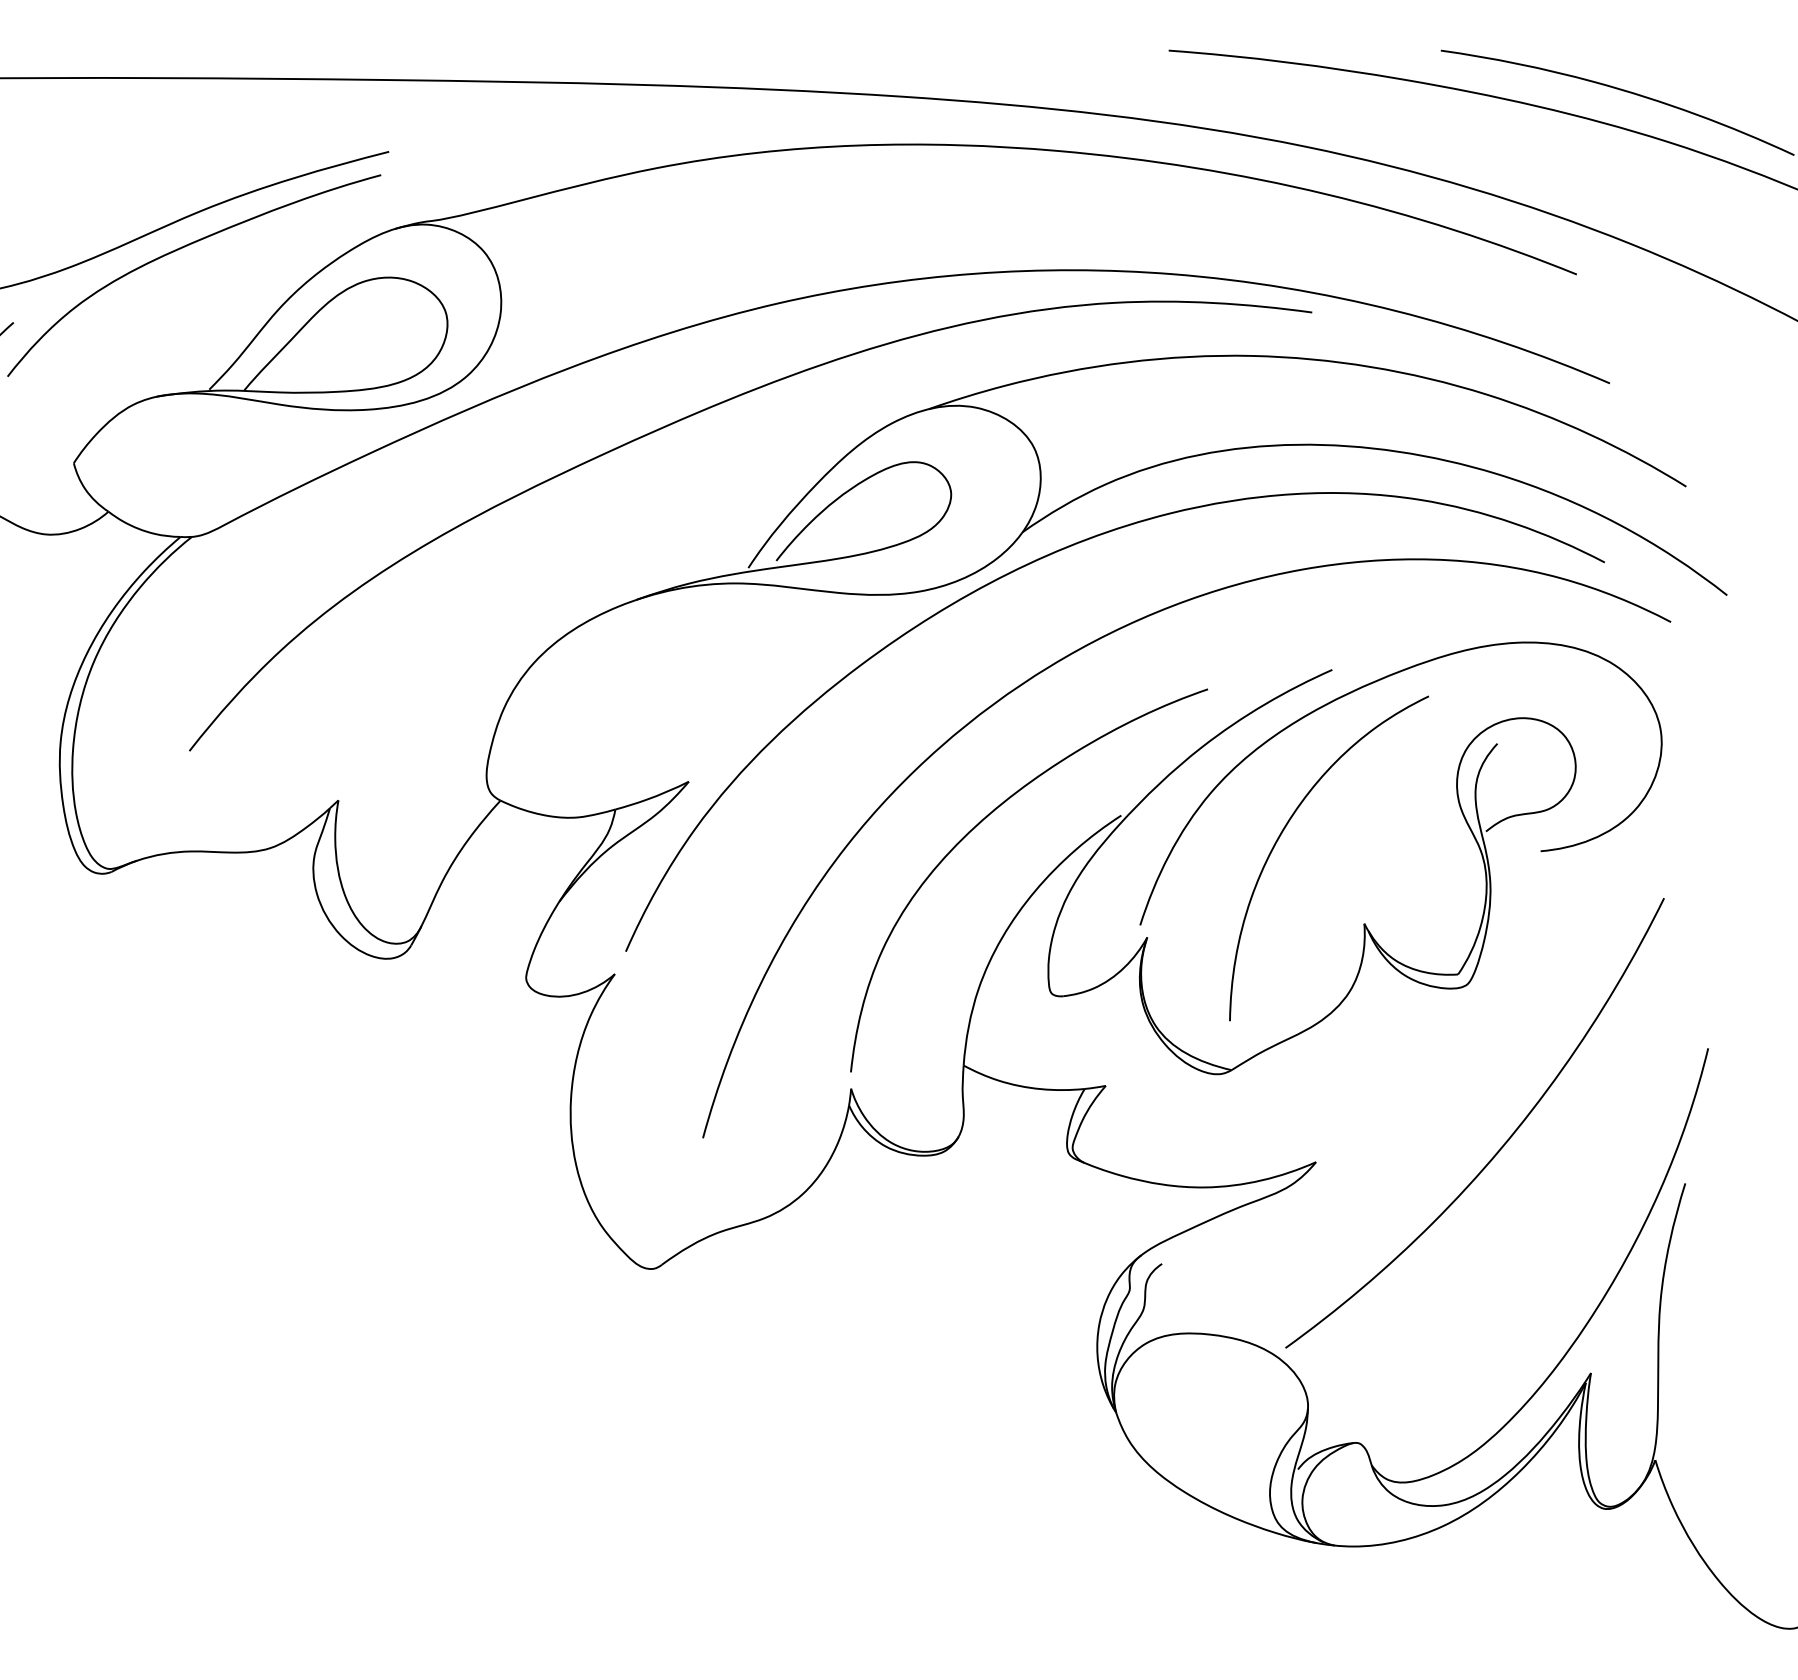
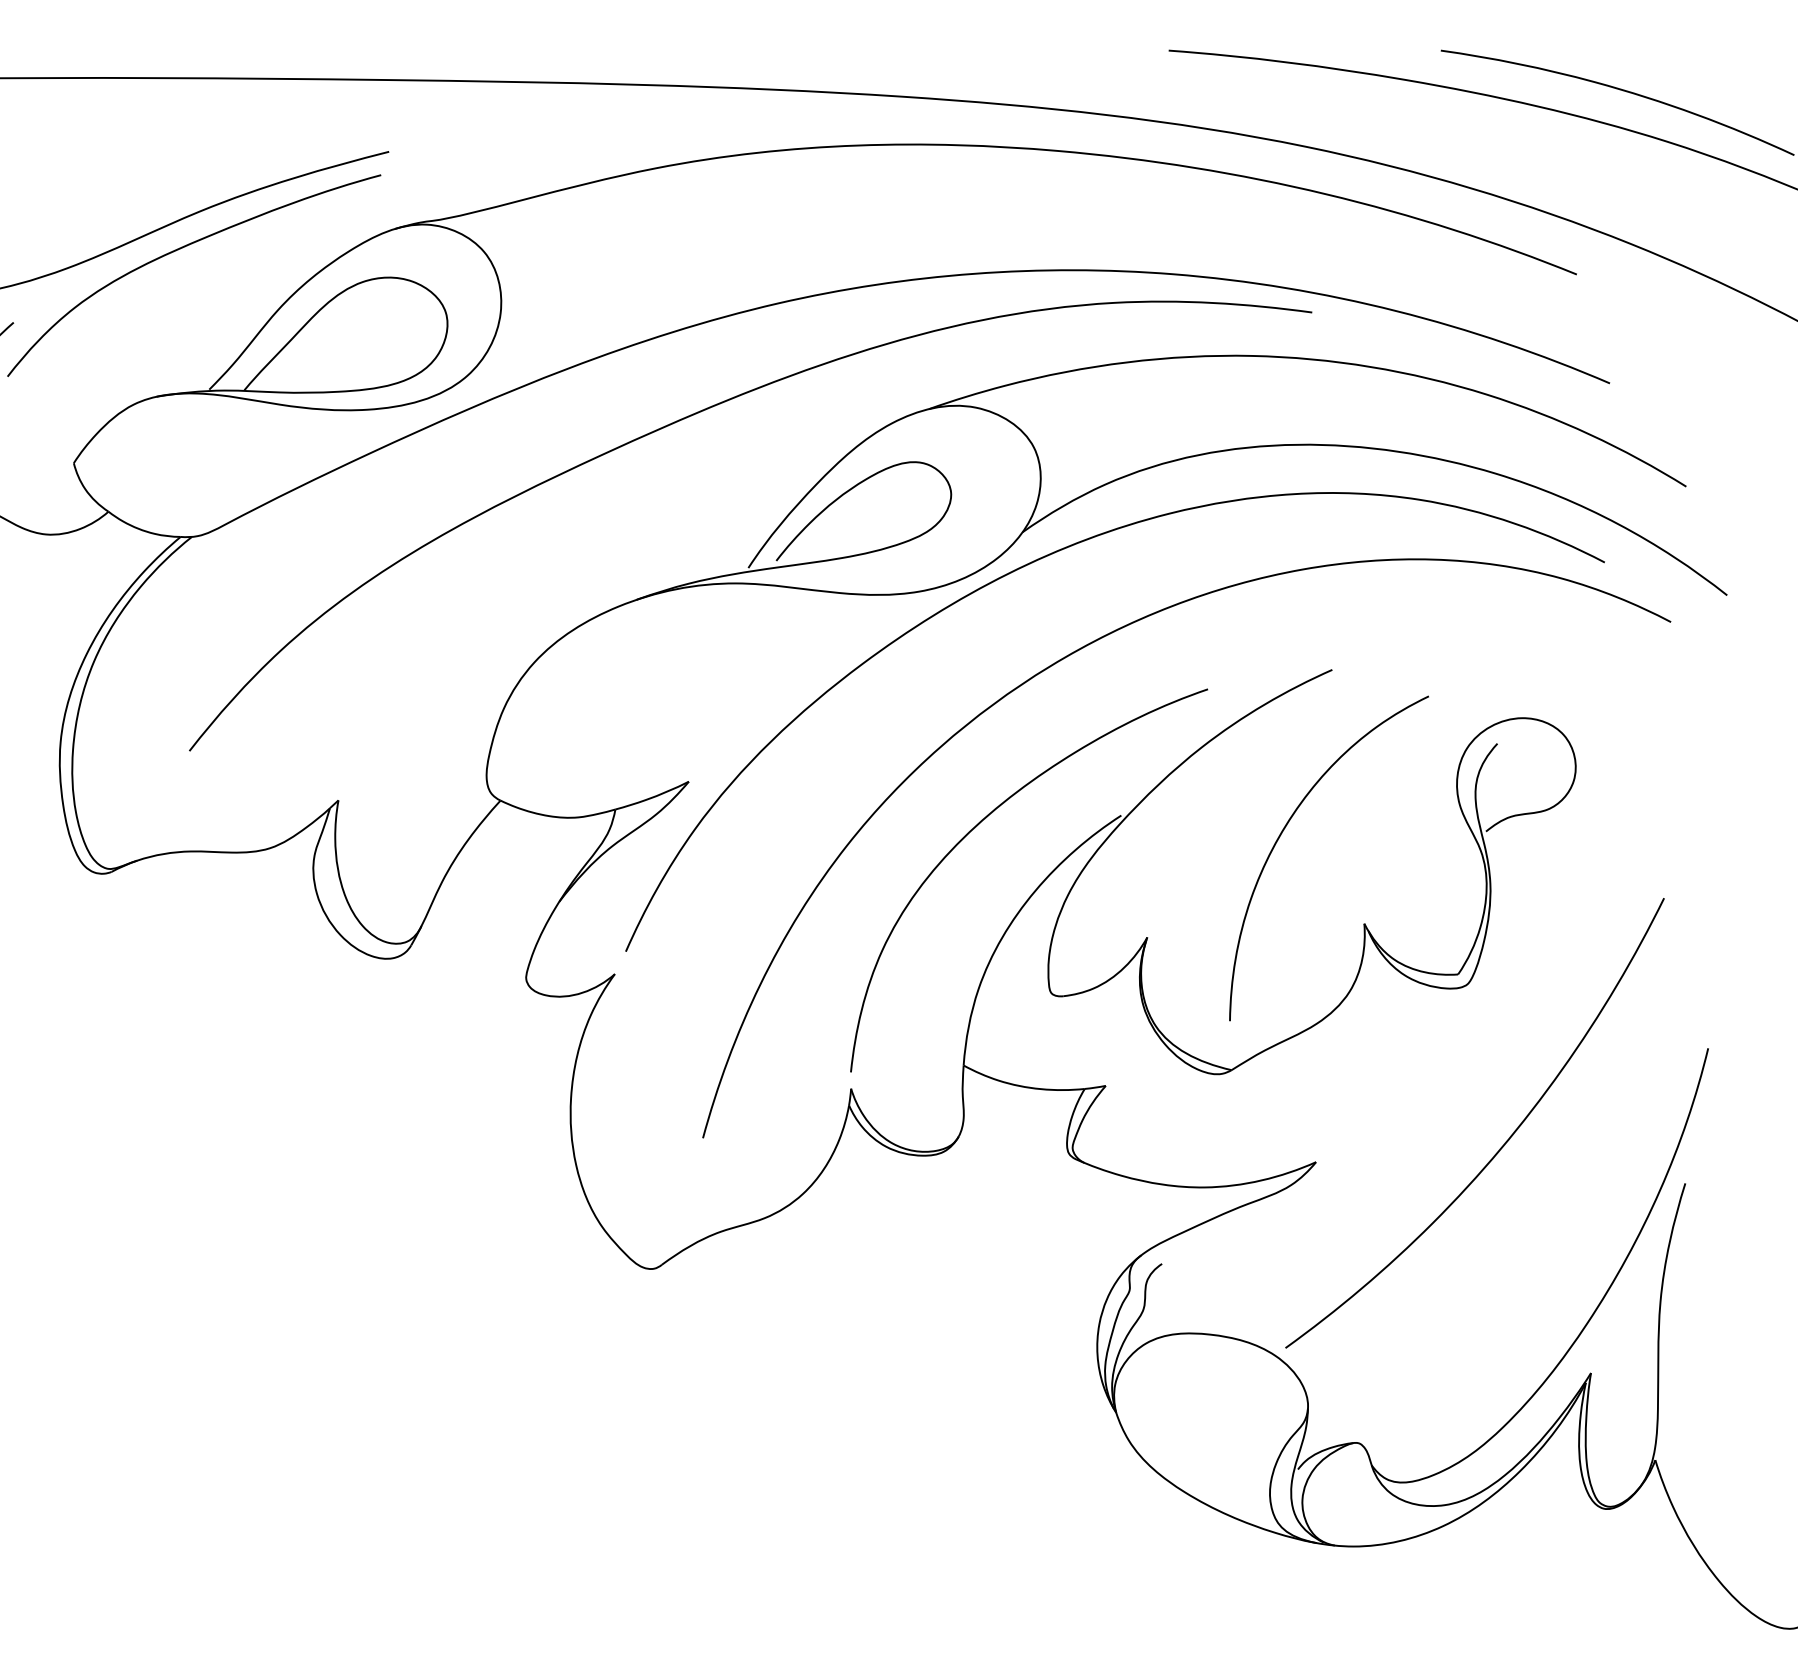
curve at (1355, 691): present -> none
